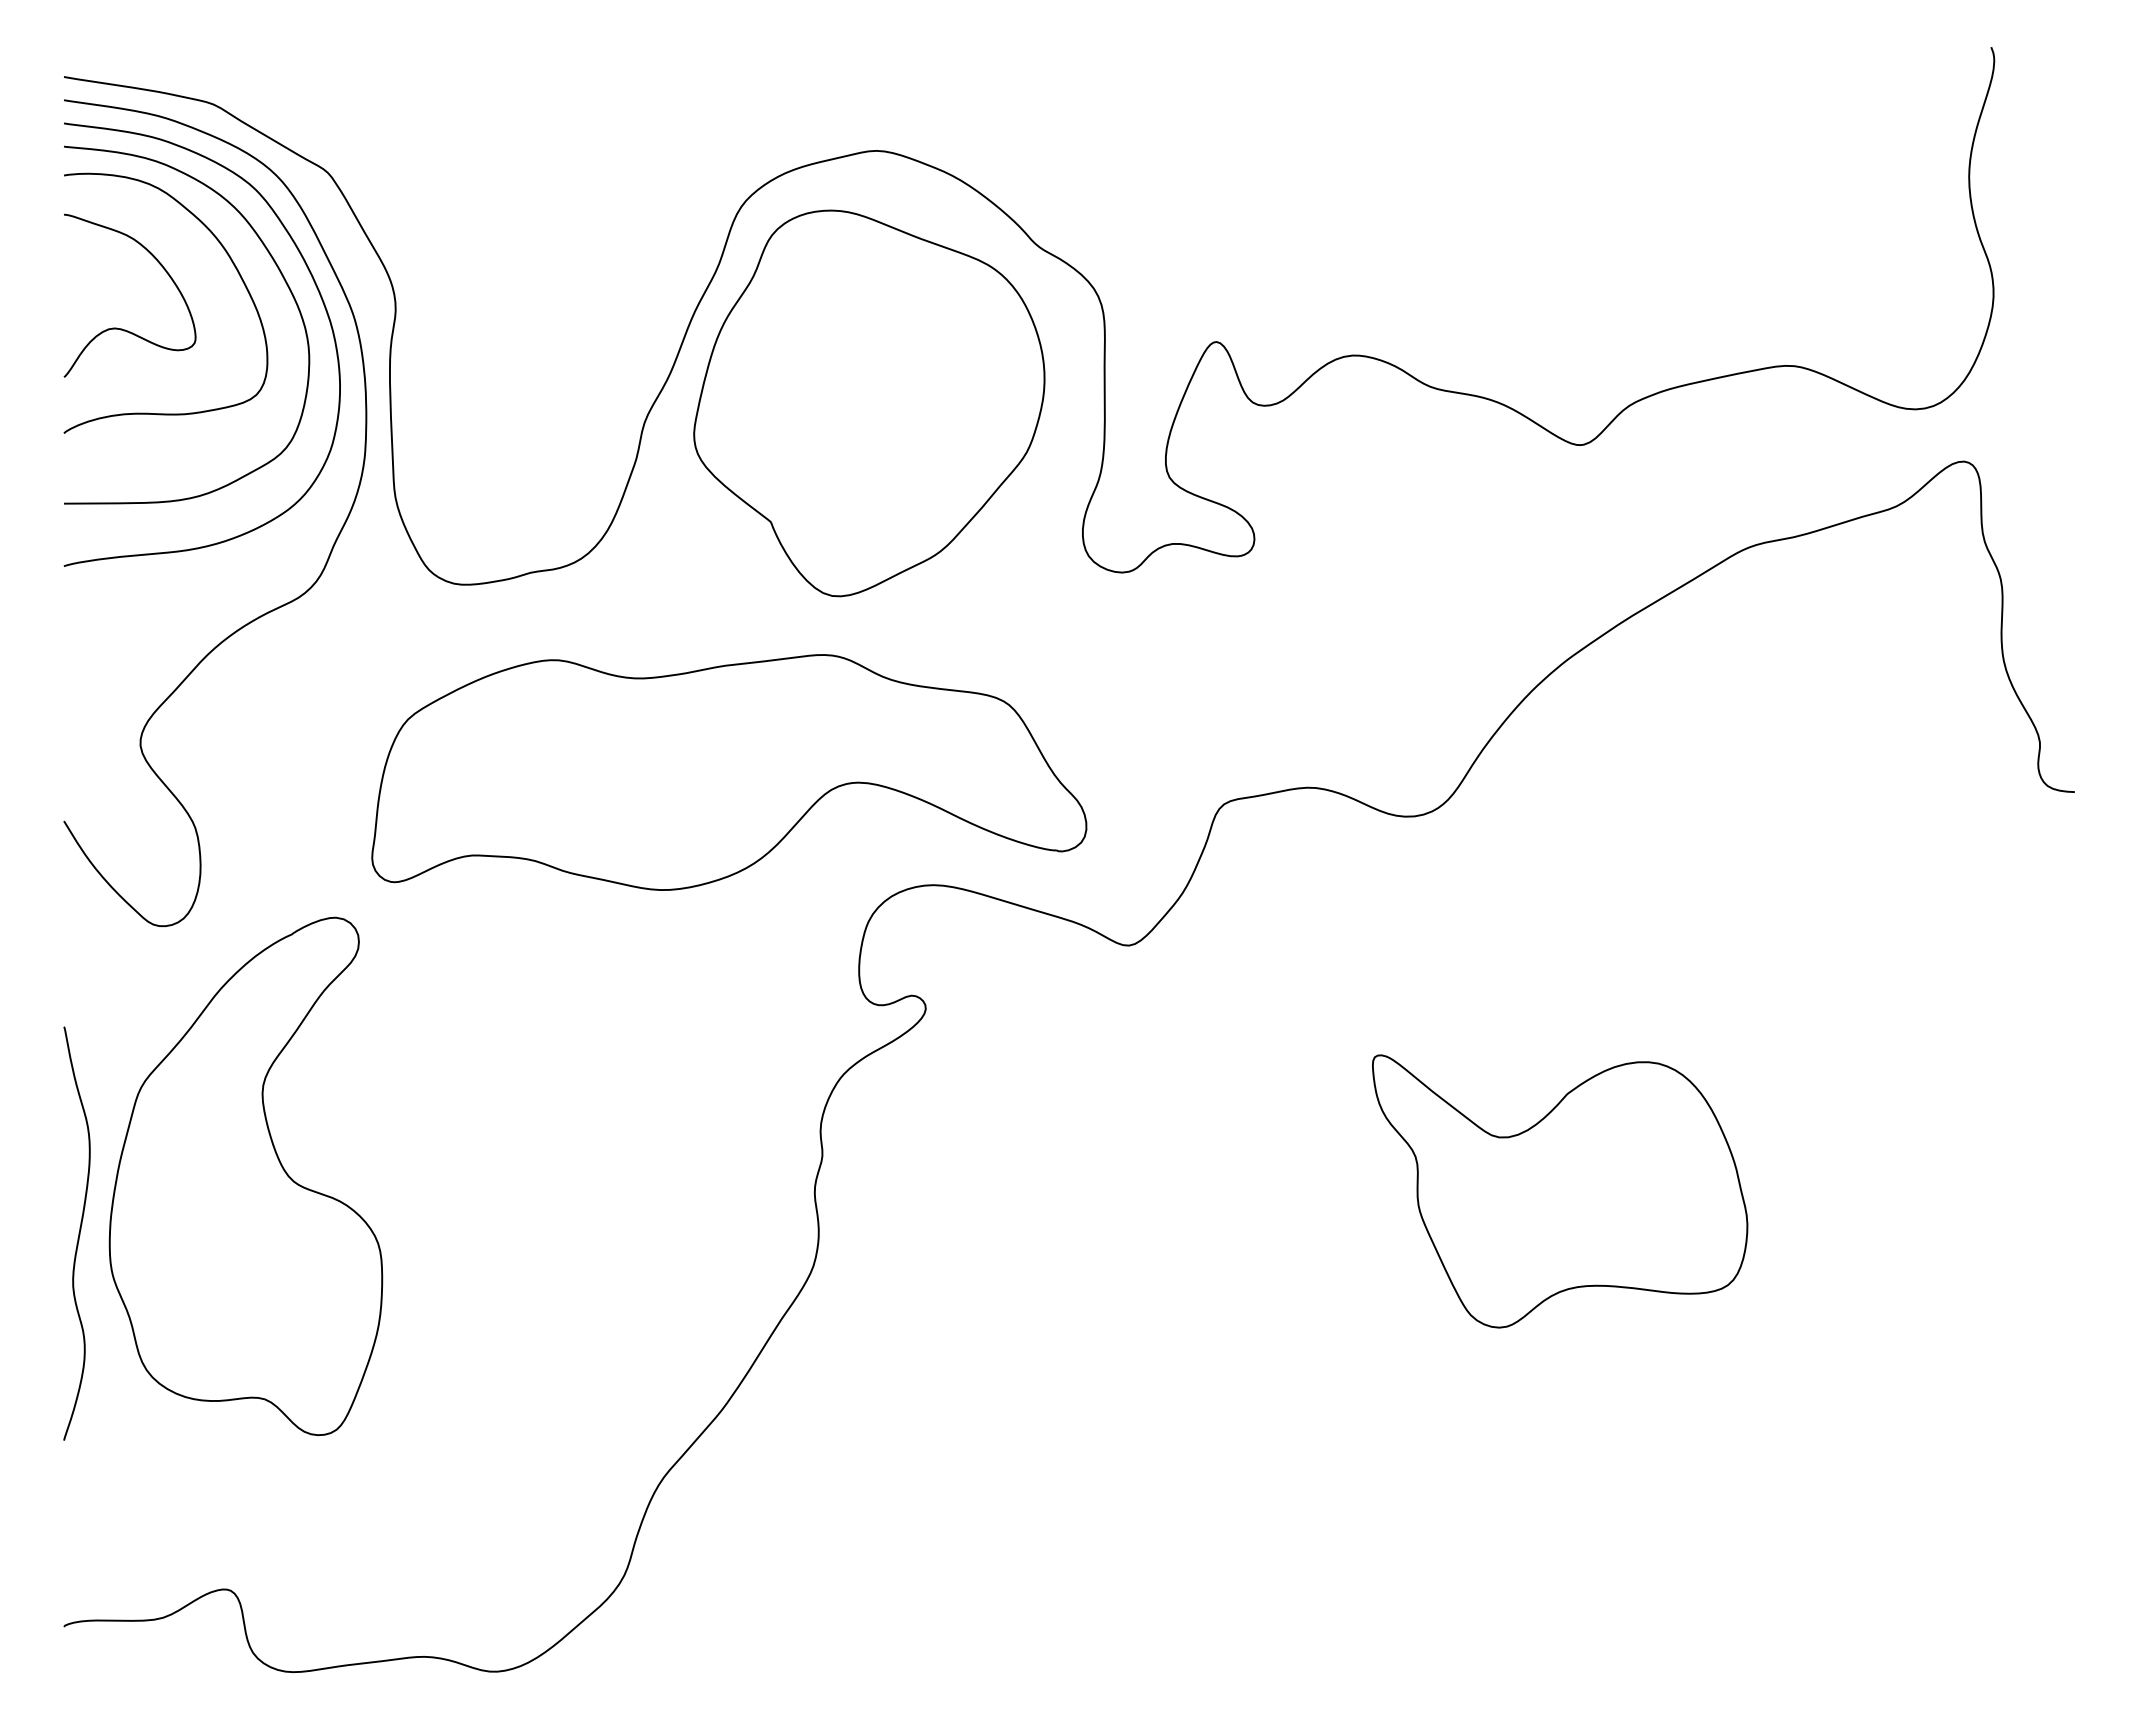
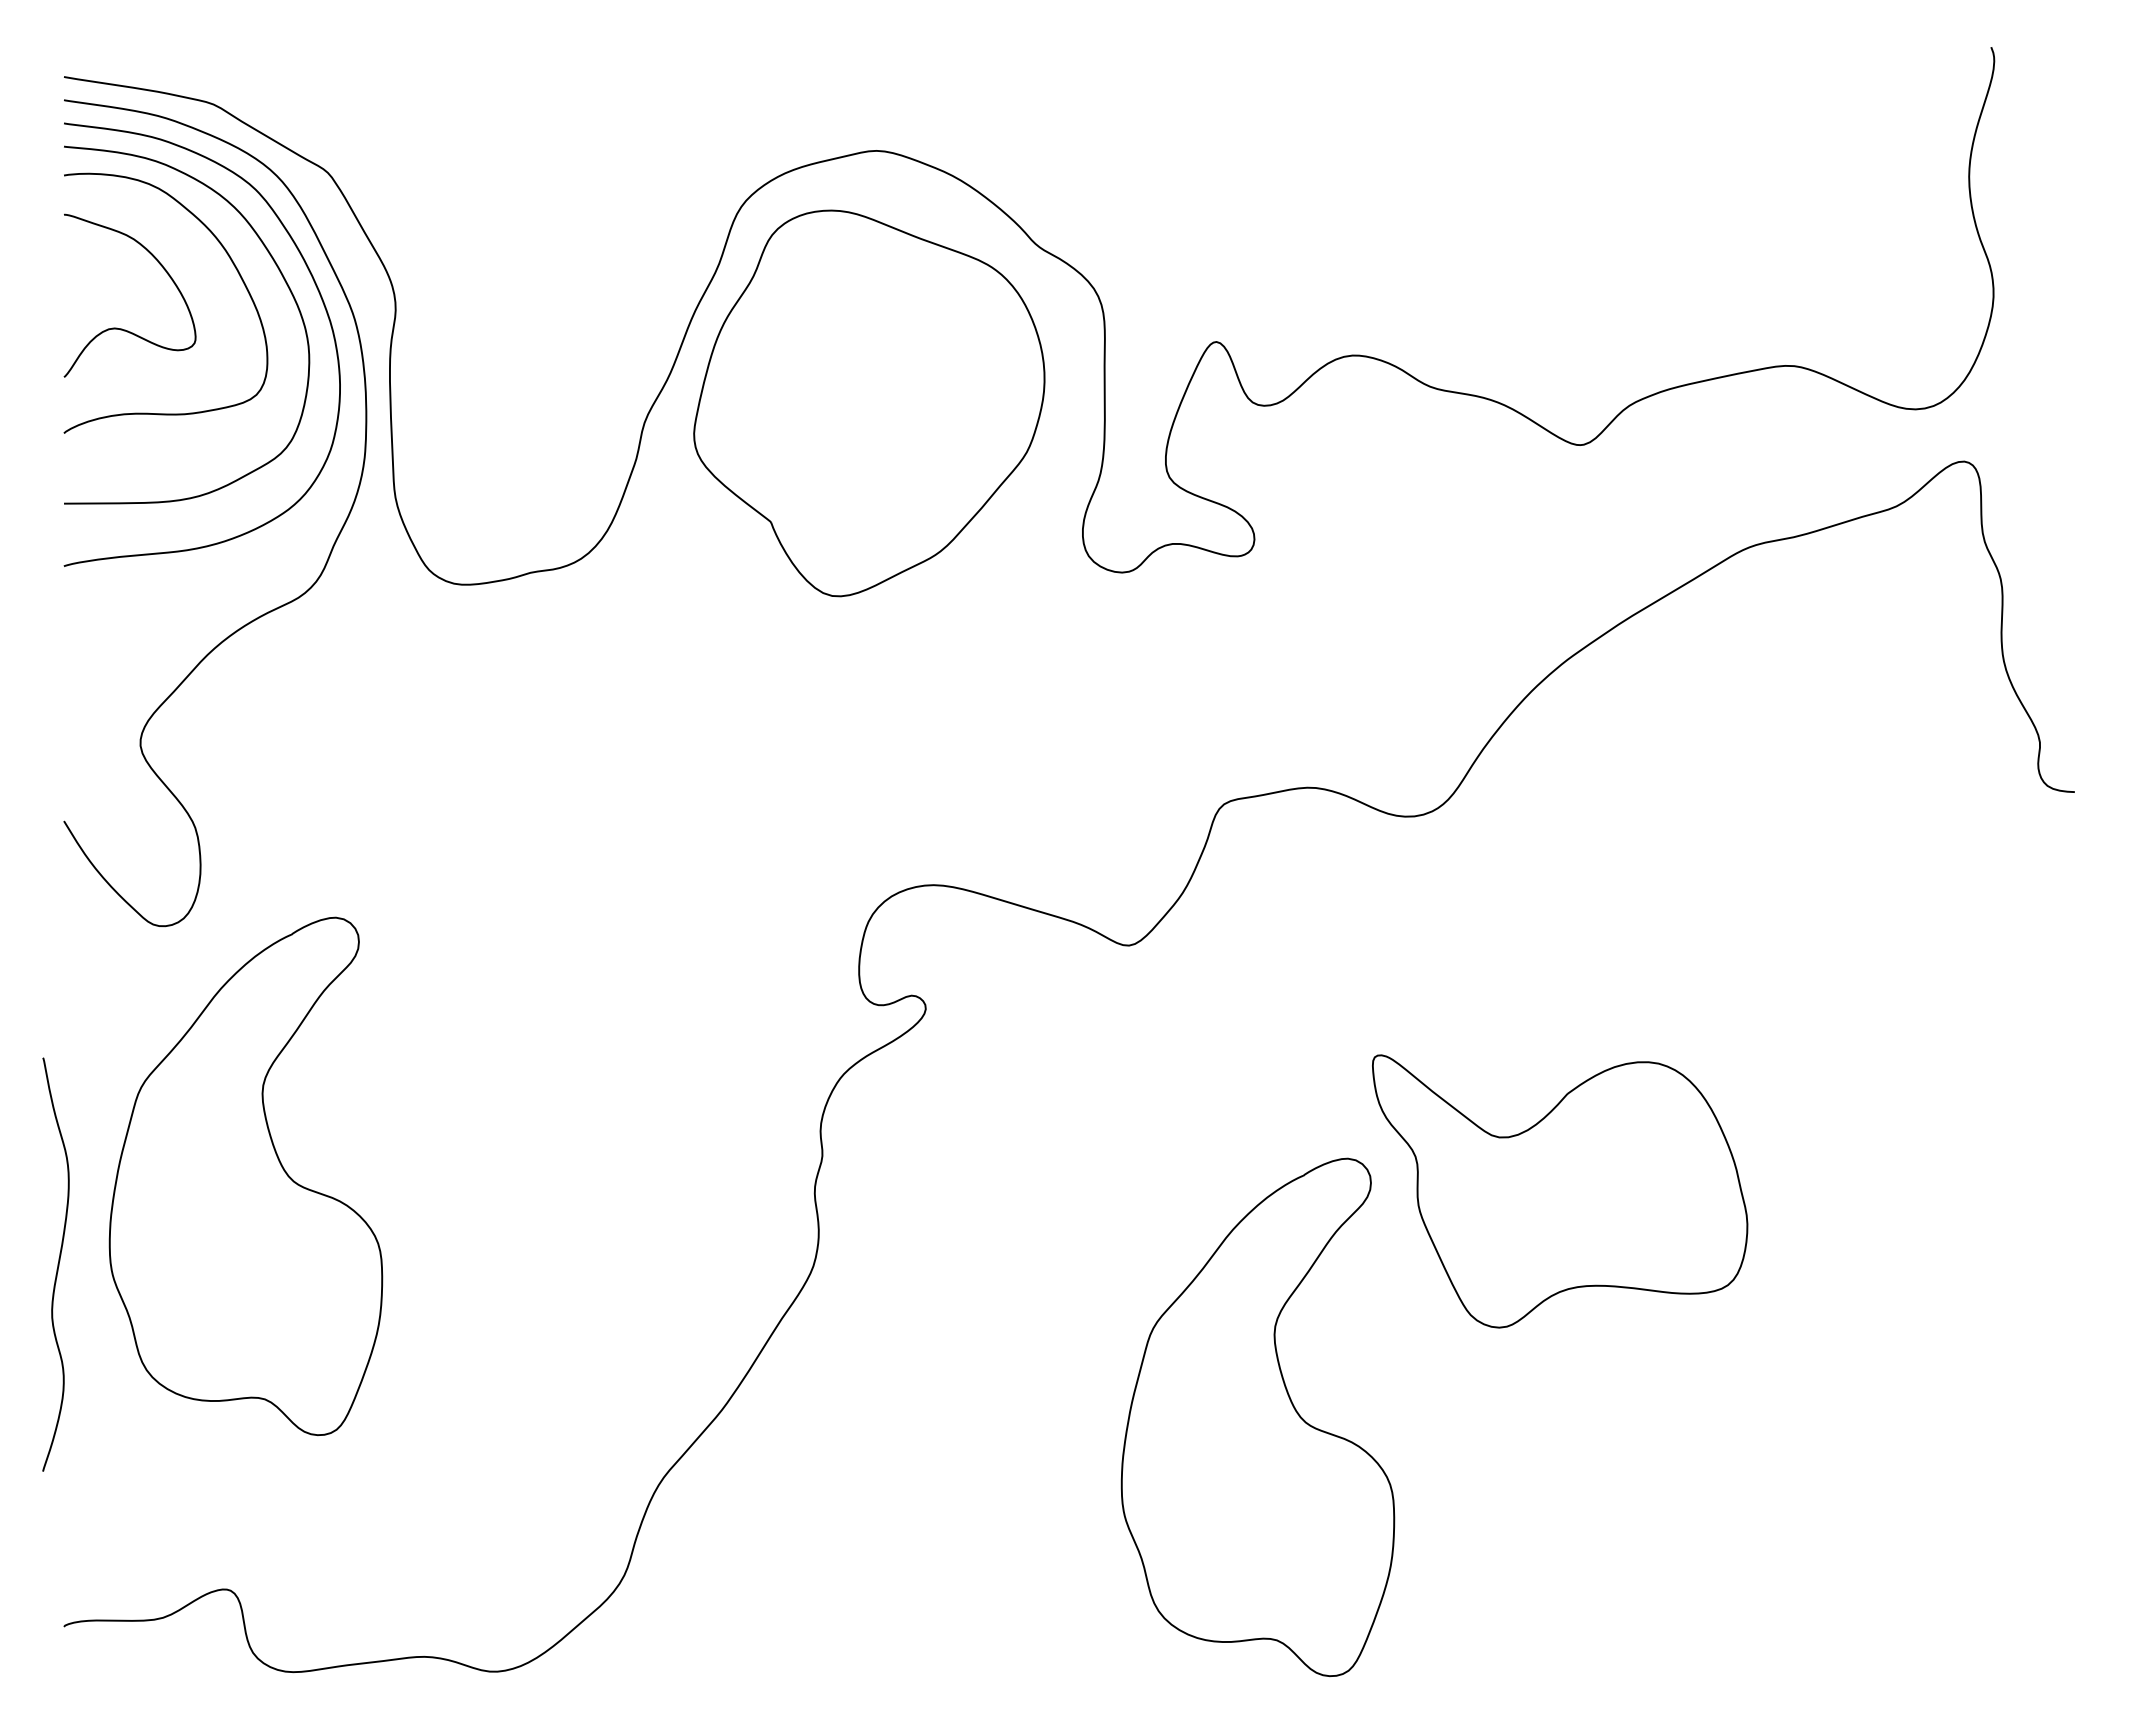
part at (729, 772): present -> none
curve at (78, 1233) position: (78, 1233) -> (57, 1264)
part at (1257, 1416): none -> present
